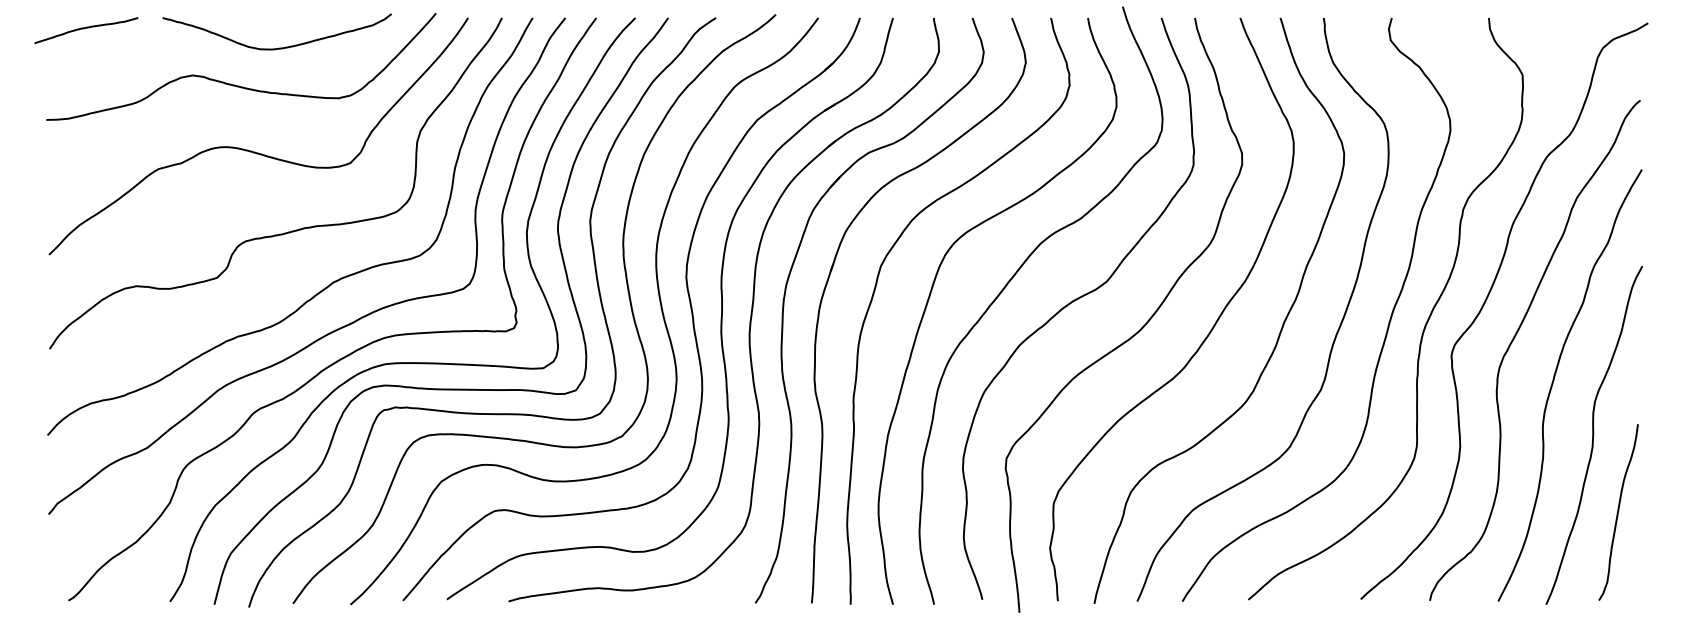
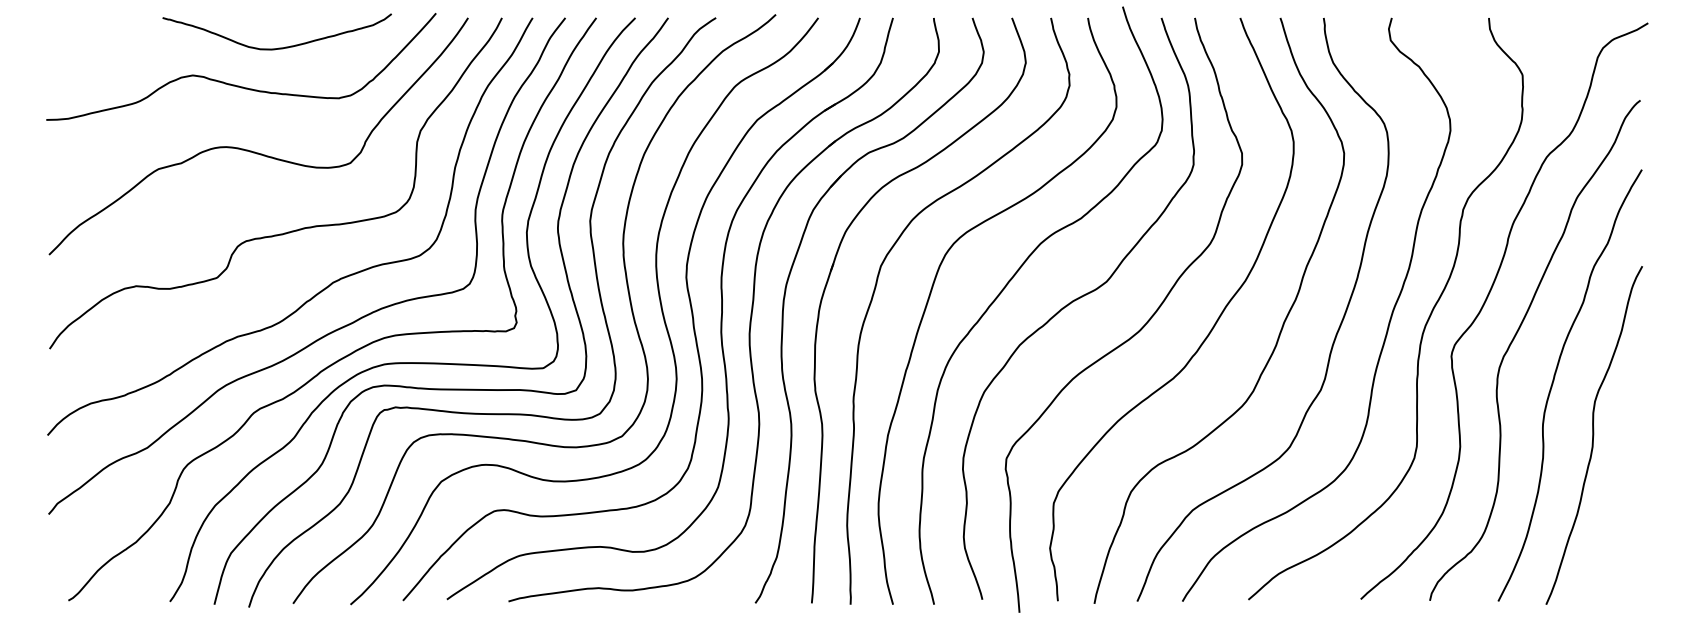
curve at (86, 28): present -> none
curve at (1618, 512): present -> none
